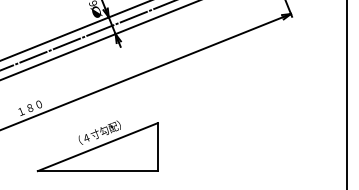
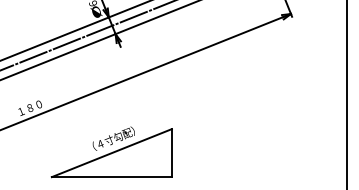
part at (97, 146) position: (97, 146) -> (111, 152)
